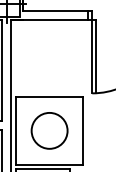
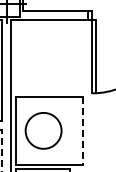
circle at (49, 130) position: (49, 130) -> (43, 130)
line at (83, 130): solid -> dashed
line at (2, 150): solid -> dashed
